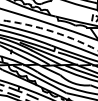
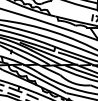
arc at (50, 31): dashed -> solid
